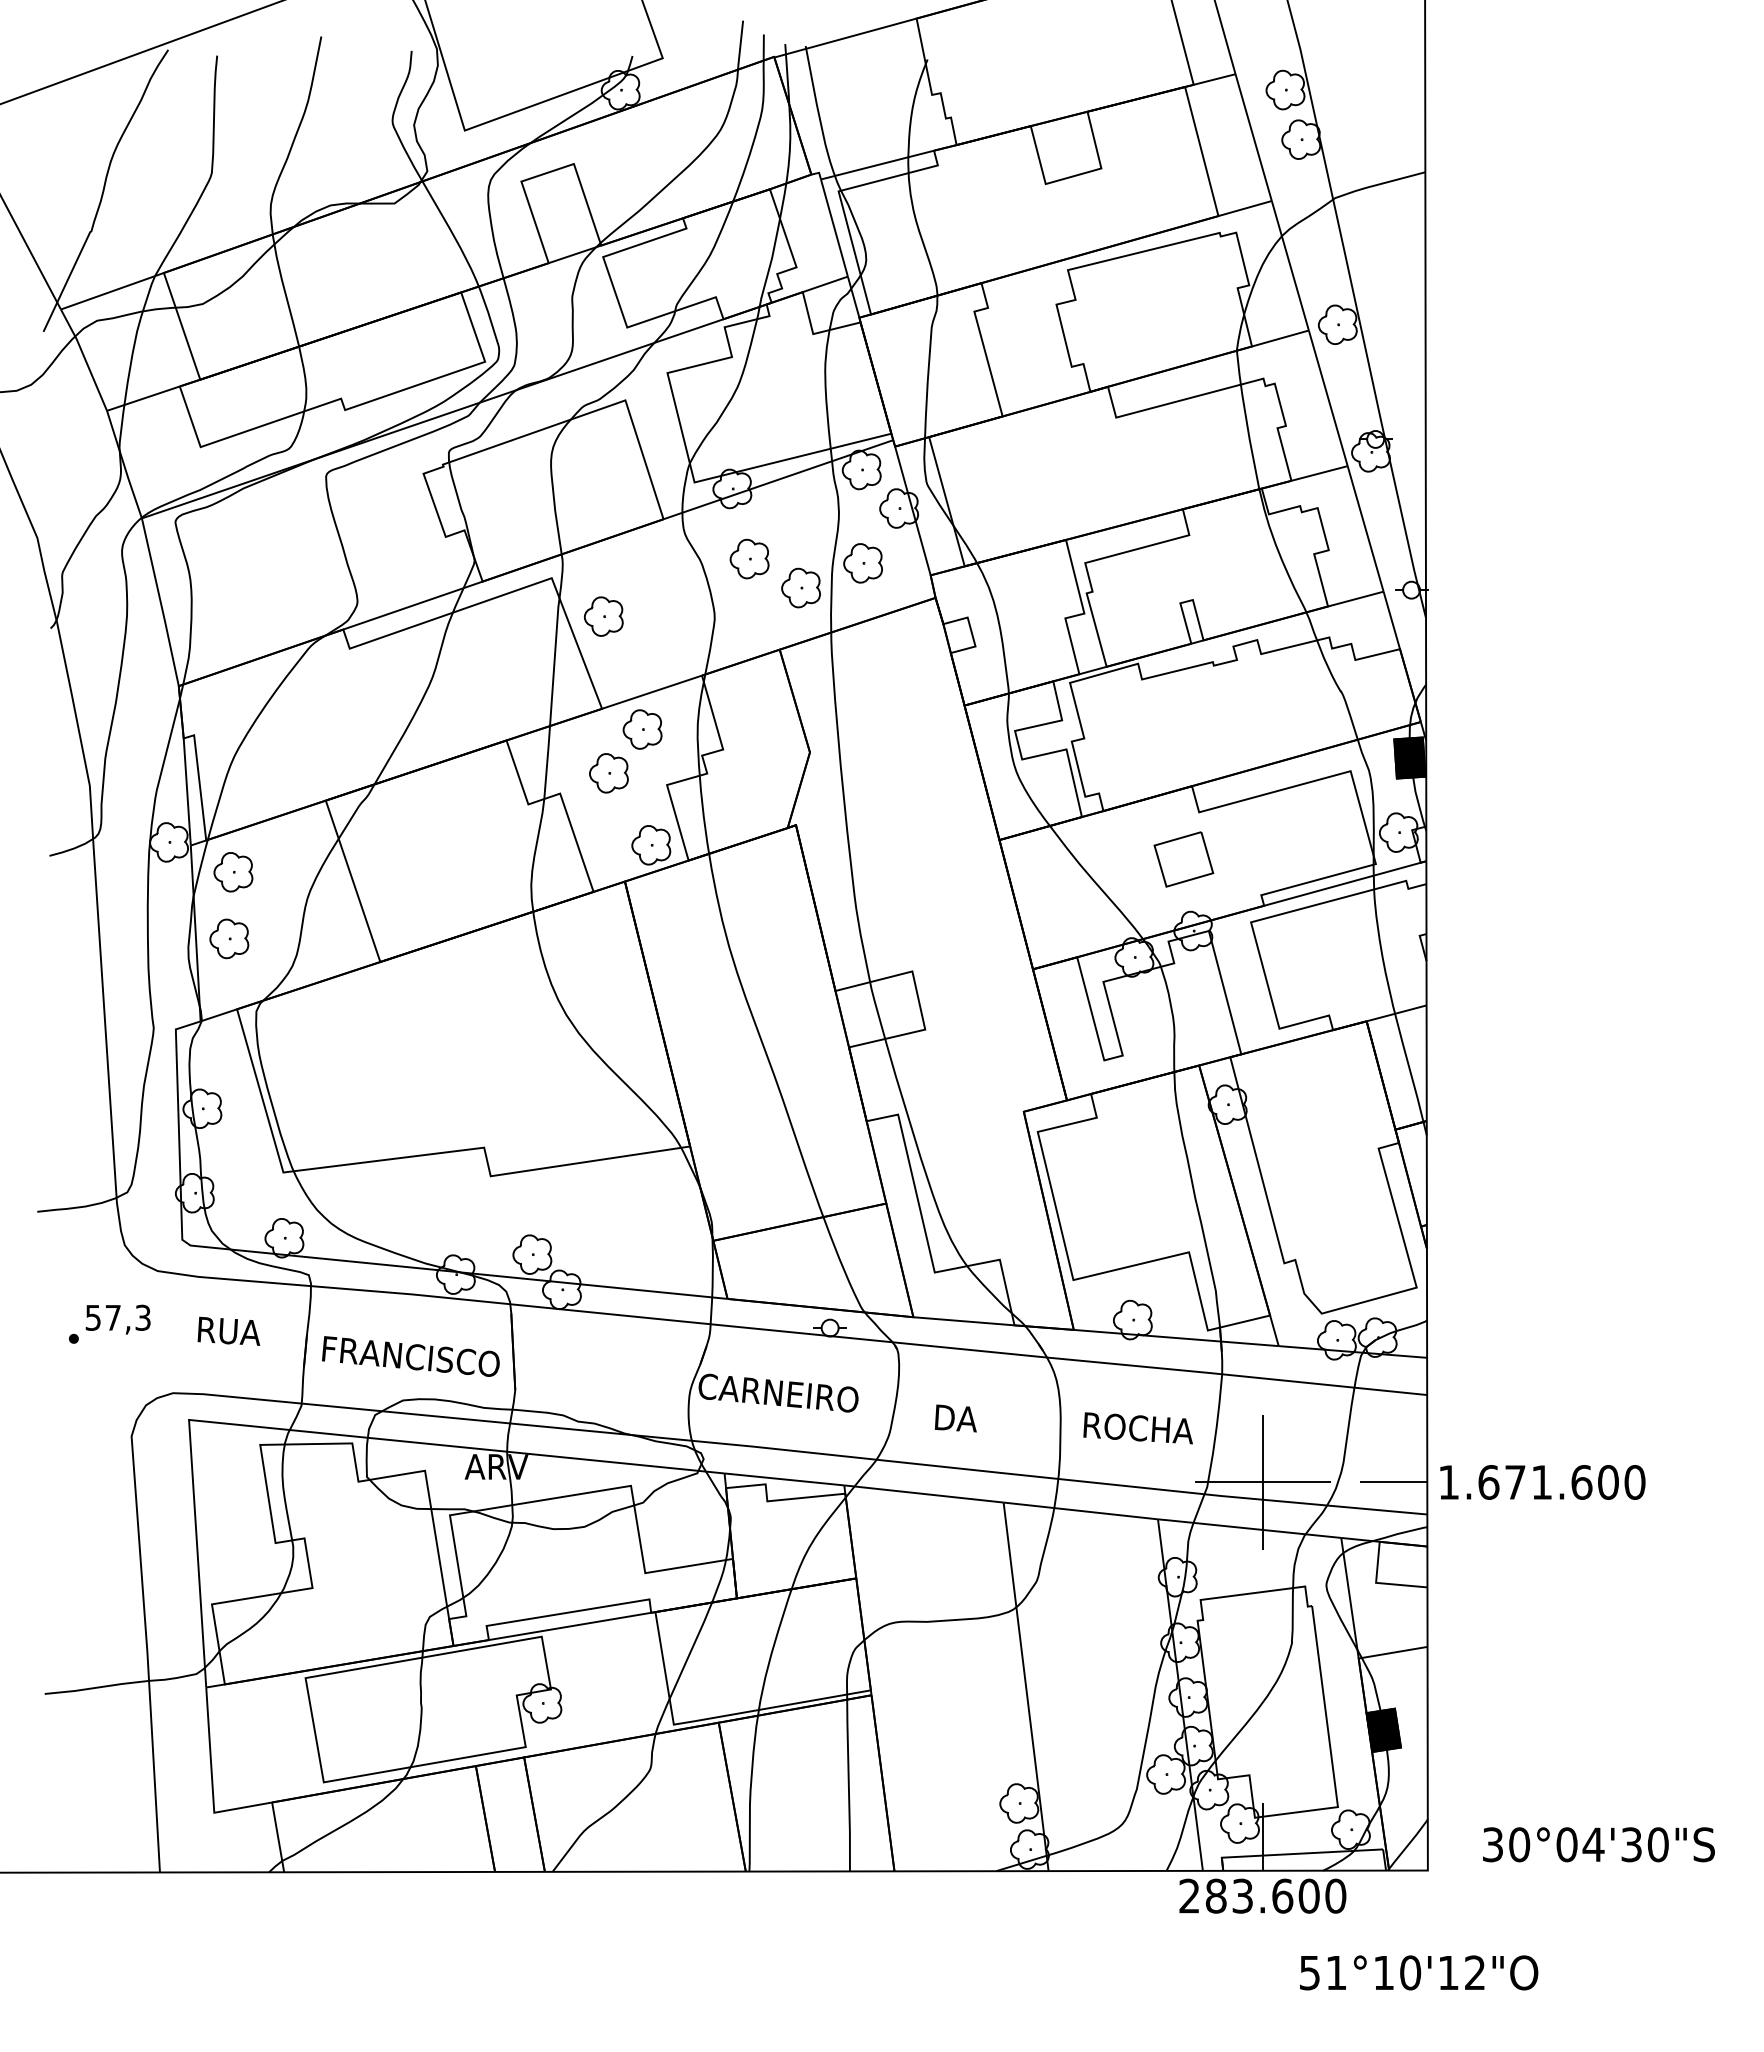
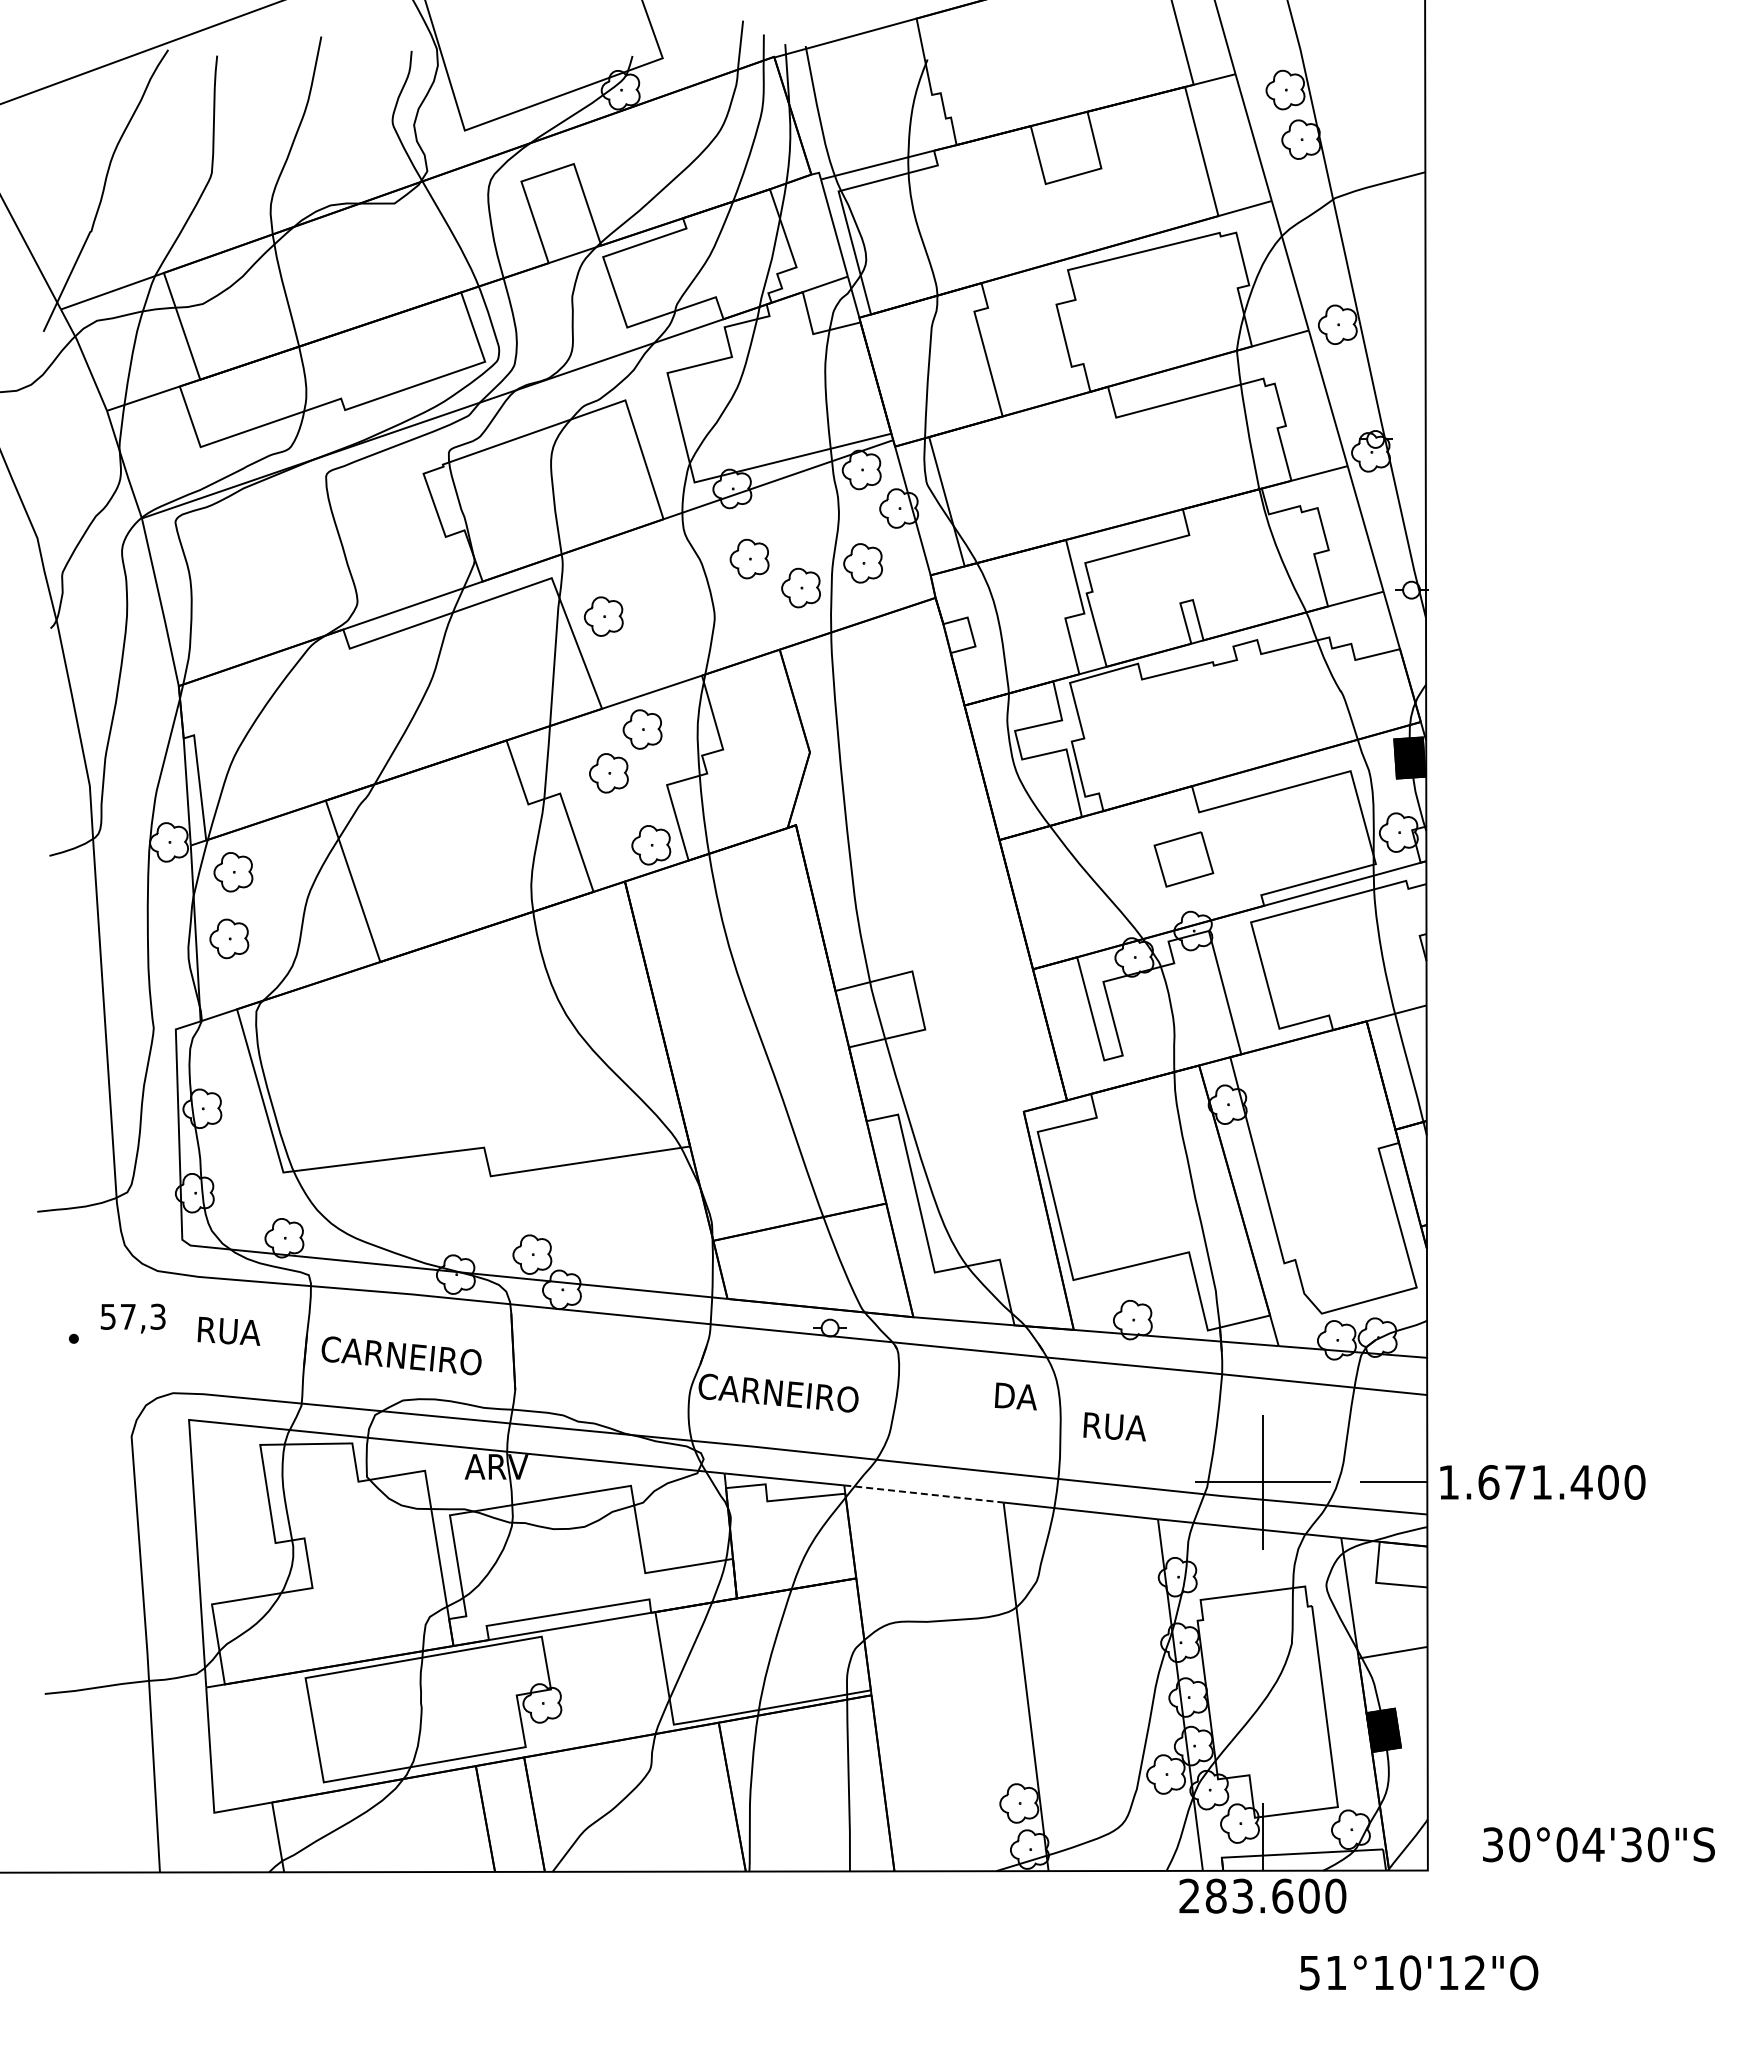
text at (117, 1319) position: (117, 1319) -> (132, 1318)
text at (410, 1356): FRANCISCO -> CARNEIRO
text at (955, 1418) position: (955, 1418) -> (1015, 1396)
text at (1148, 1428): ROCHA -> RUA
text at (1581, 1482): 1.671.600 -> 1.671.400
line at (923, 1493): solid -> dashed
